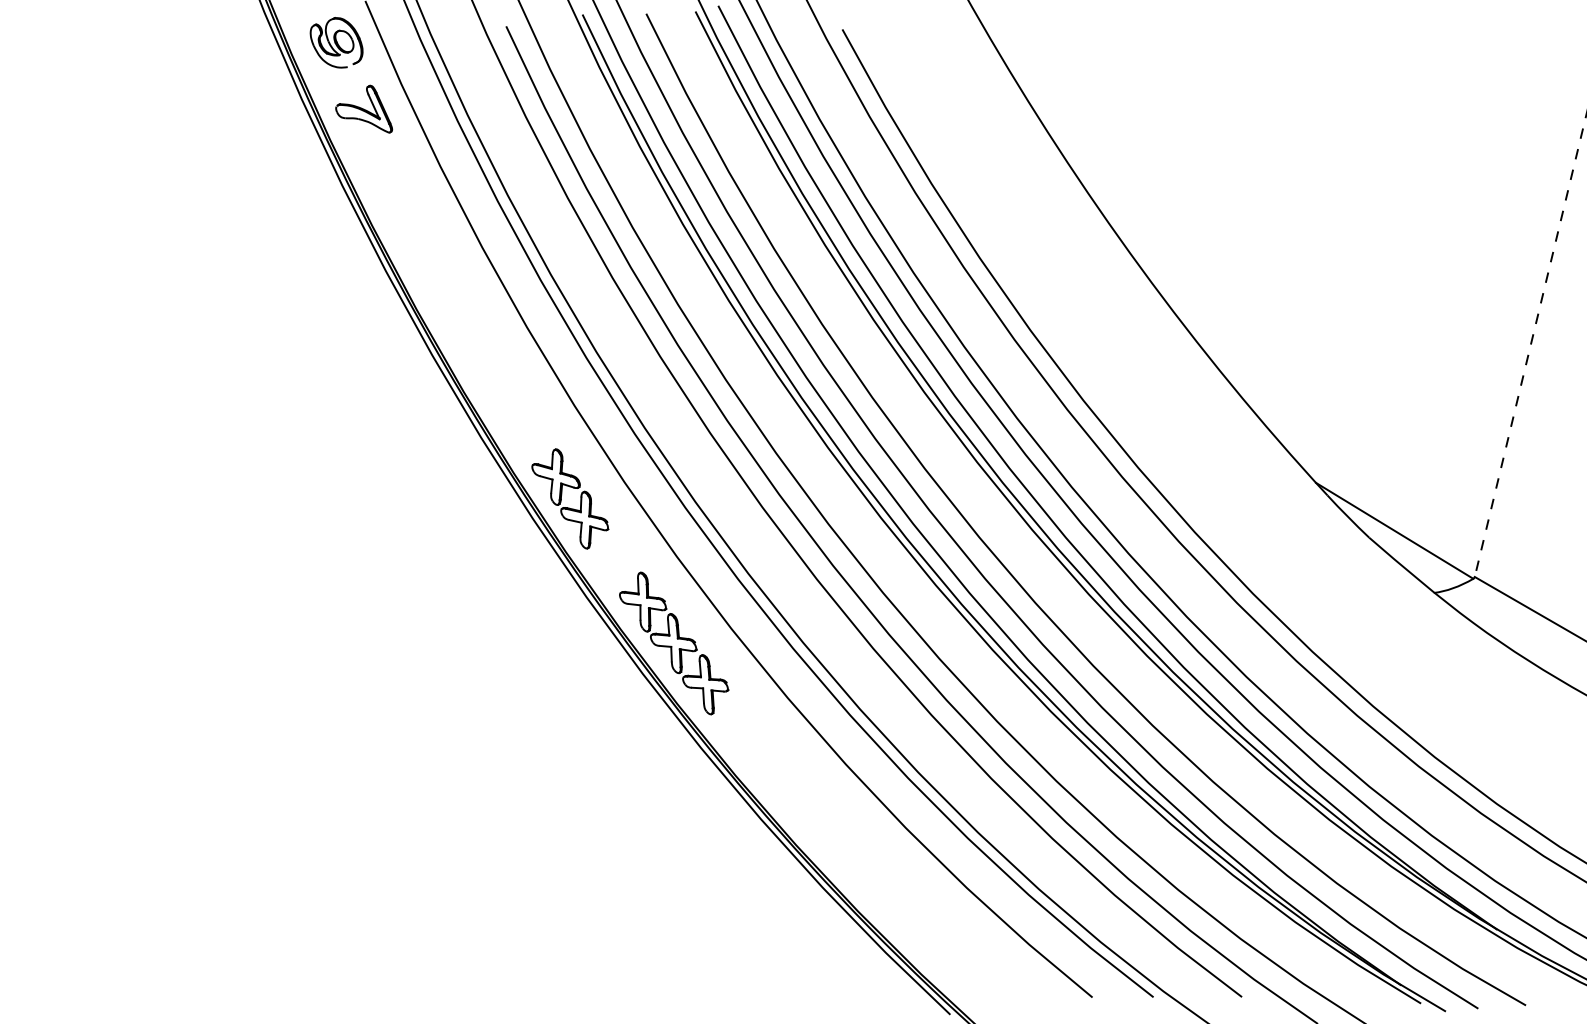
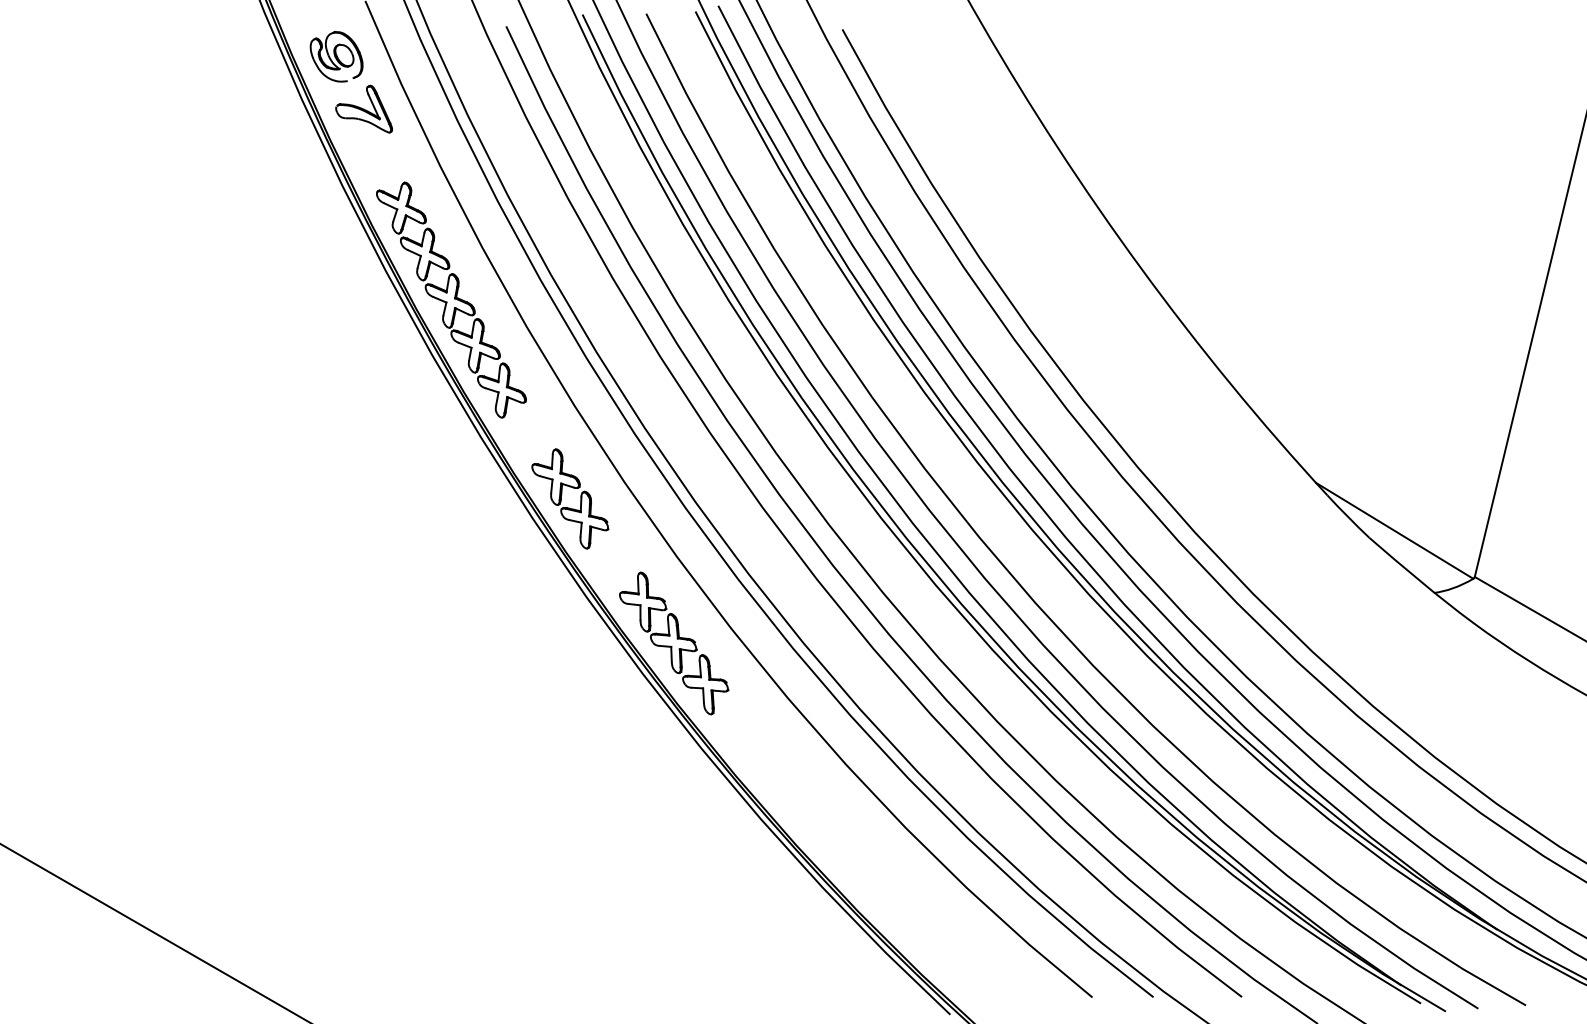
part at (336, 42) position: (336, 42) -> (336, 56)
part at (451, 299): none -> present
line at (1530, 344): dashed -> solid
line at (154, 932): none -> present
